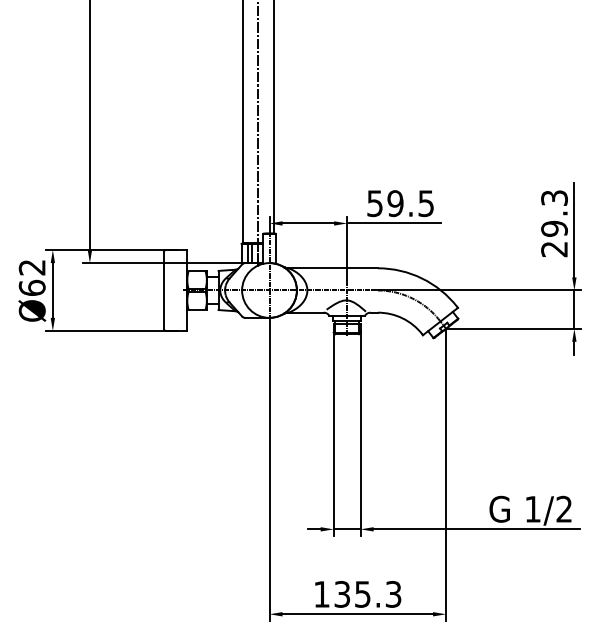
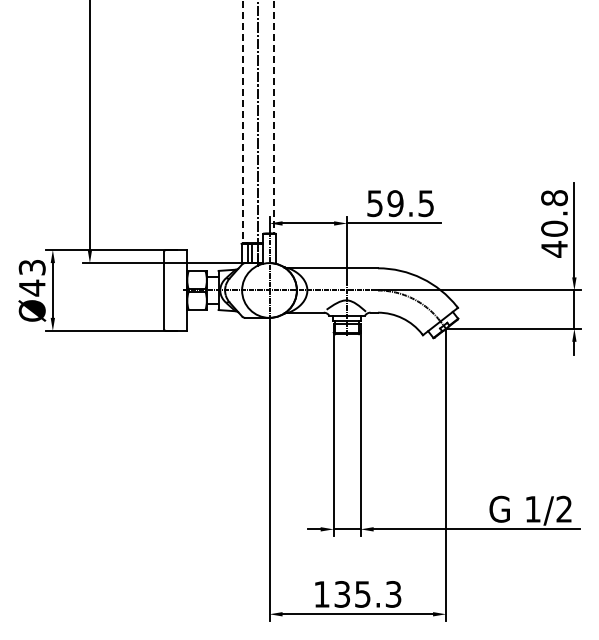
line at (273, 117): solid -> dashed
line at (243, 122): solid -> dashed
text at (554, 223): 29.3 -> 40.8
text at (31, 278): Ø62 -> Ø43
